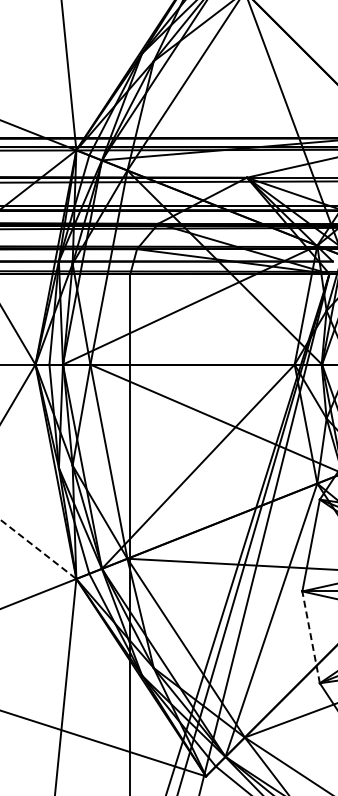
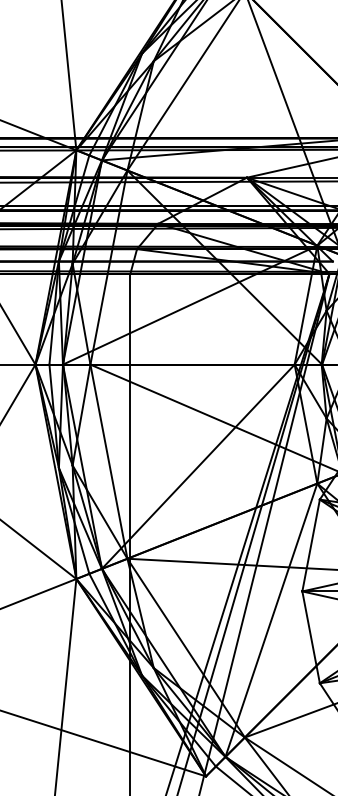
line at (38, 549): dashed -> solid
line at (311, 637): dashed -> solid
